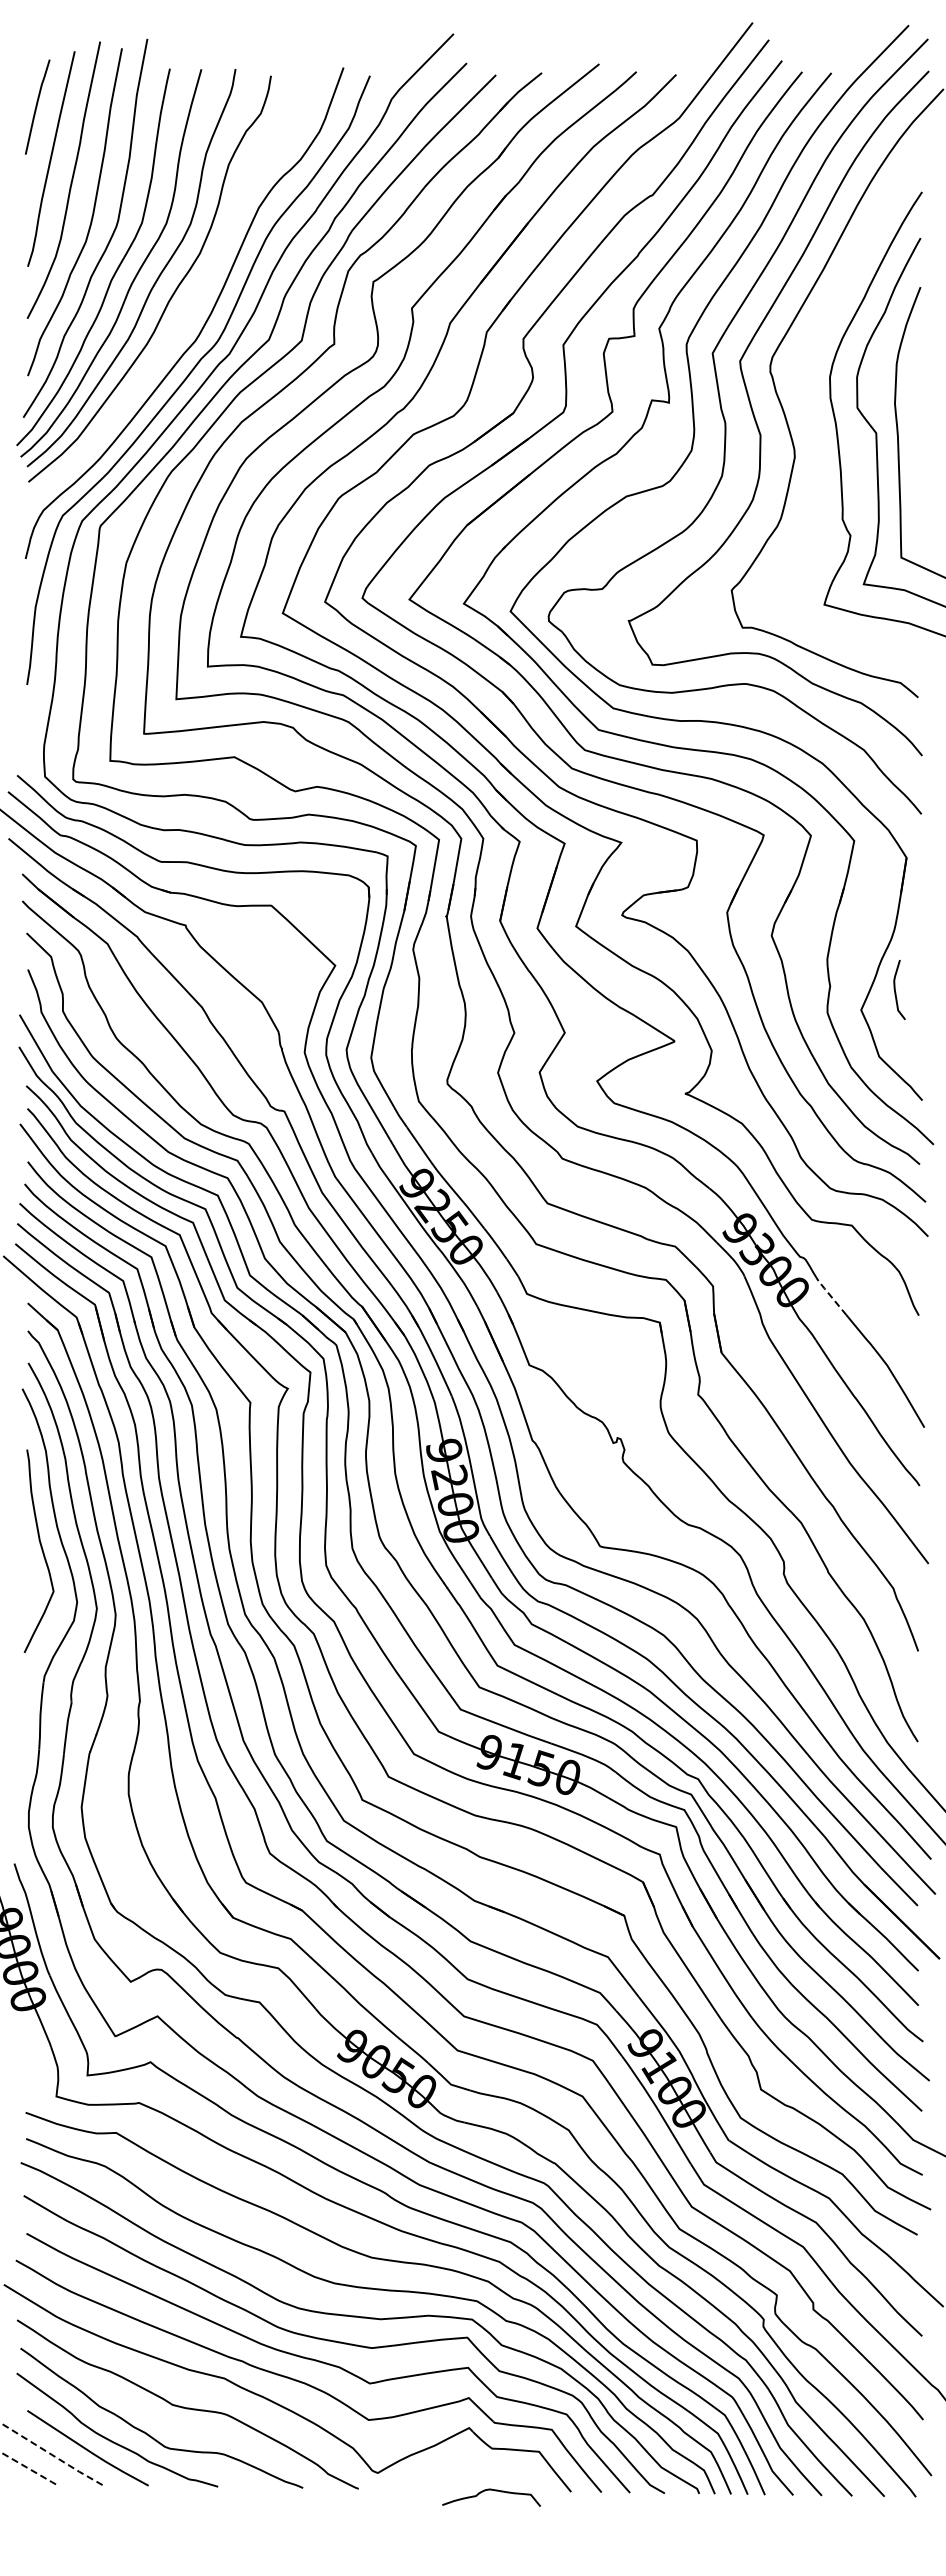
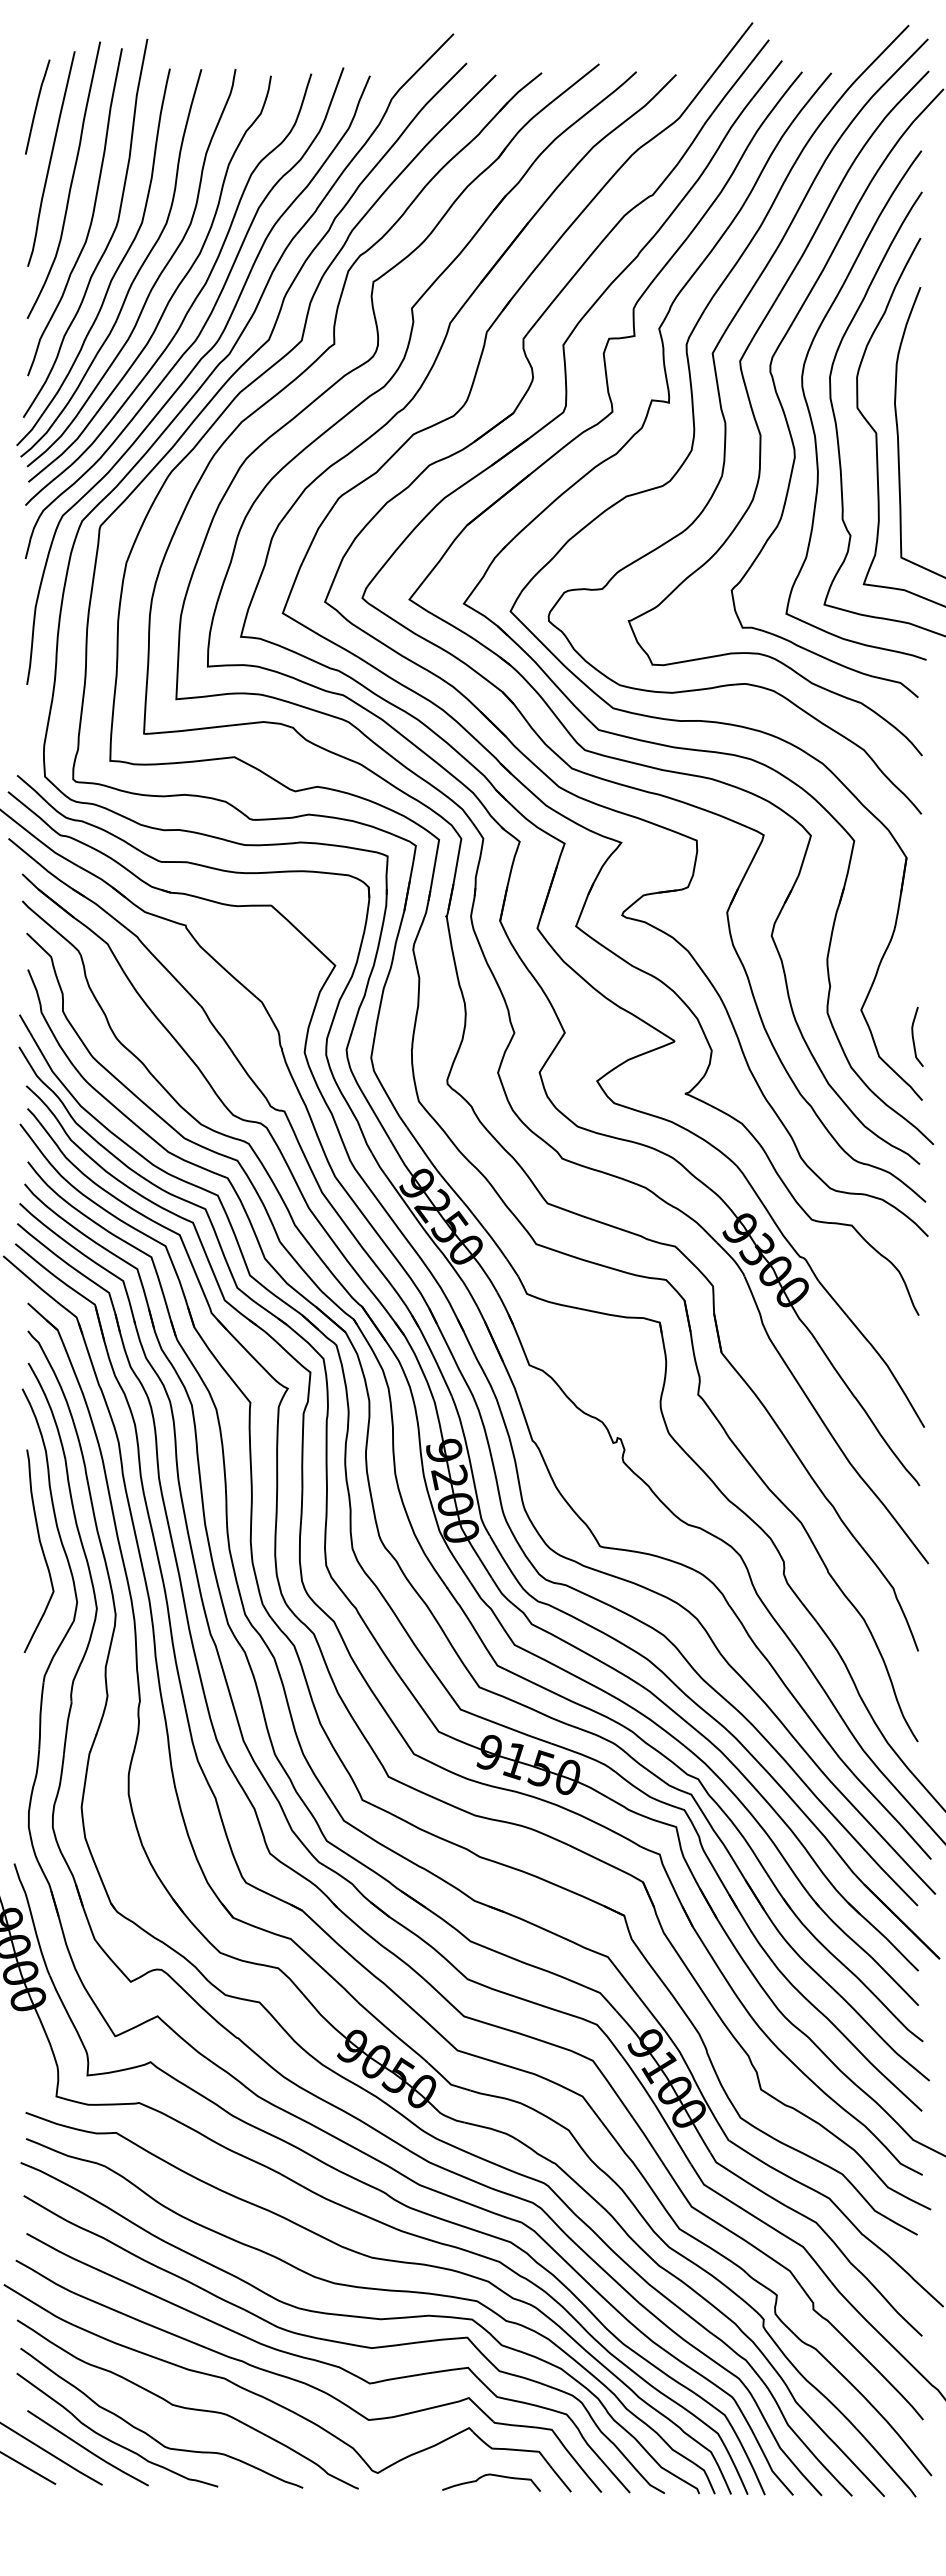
curve at (191, 303): none -> present
curve at (811, 416): none -> present
curve at (895, 989) position: (895, 989) -> (913, 1036)
line at (831, 1296): dashed -> solid
line at (51, 2454): dashed -> solid
line at (28, 2468): dashed -> solid
curve at (494, 2491) position: (494, 2491) -> (494, 2476)
